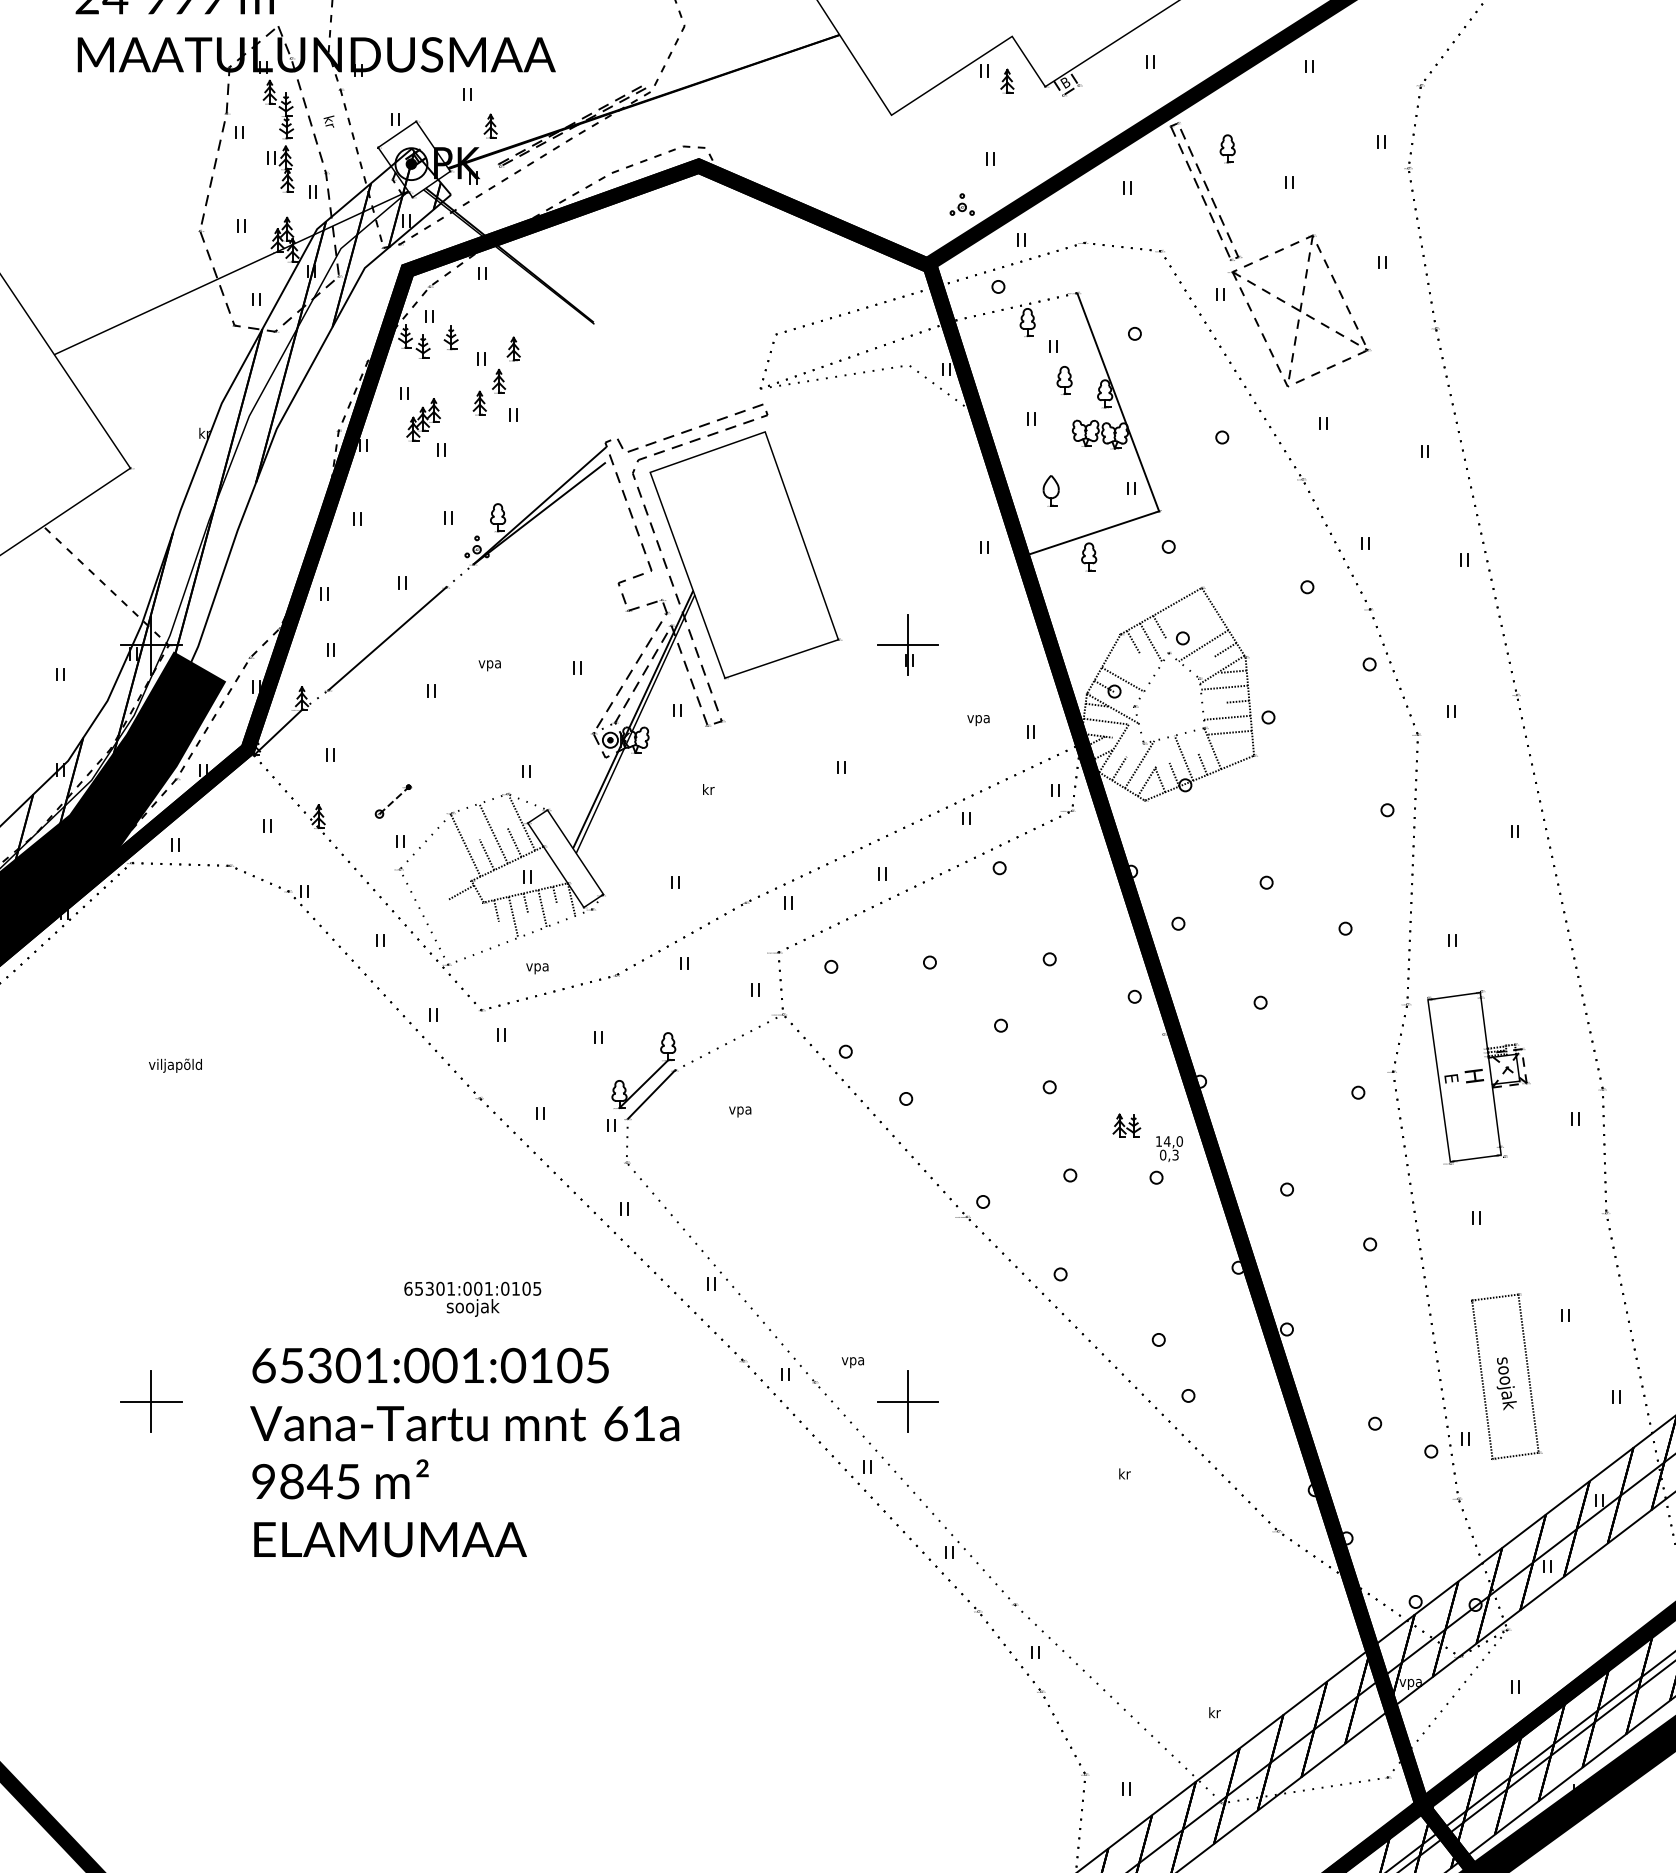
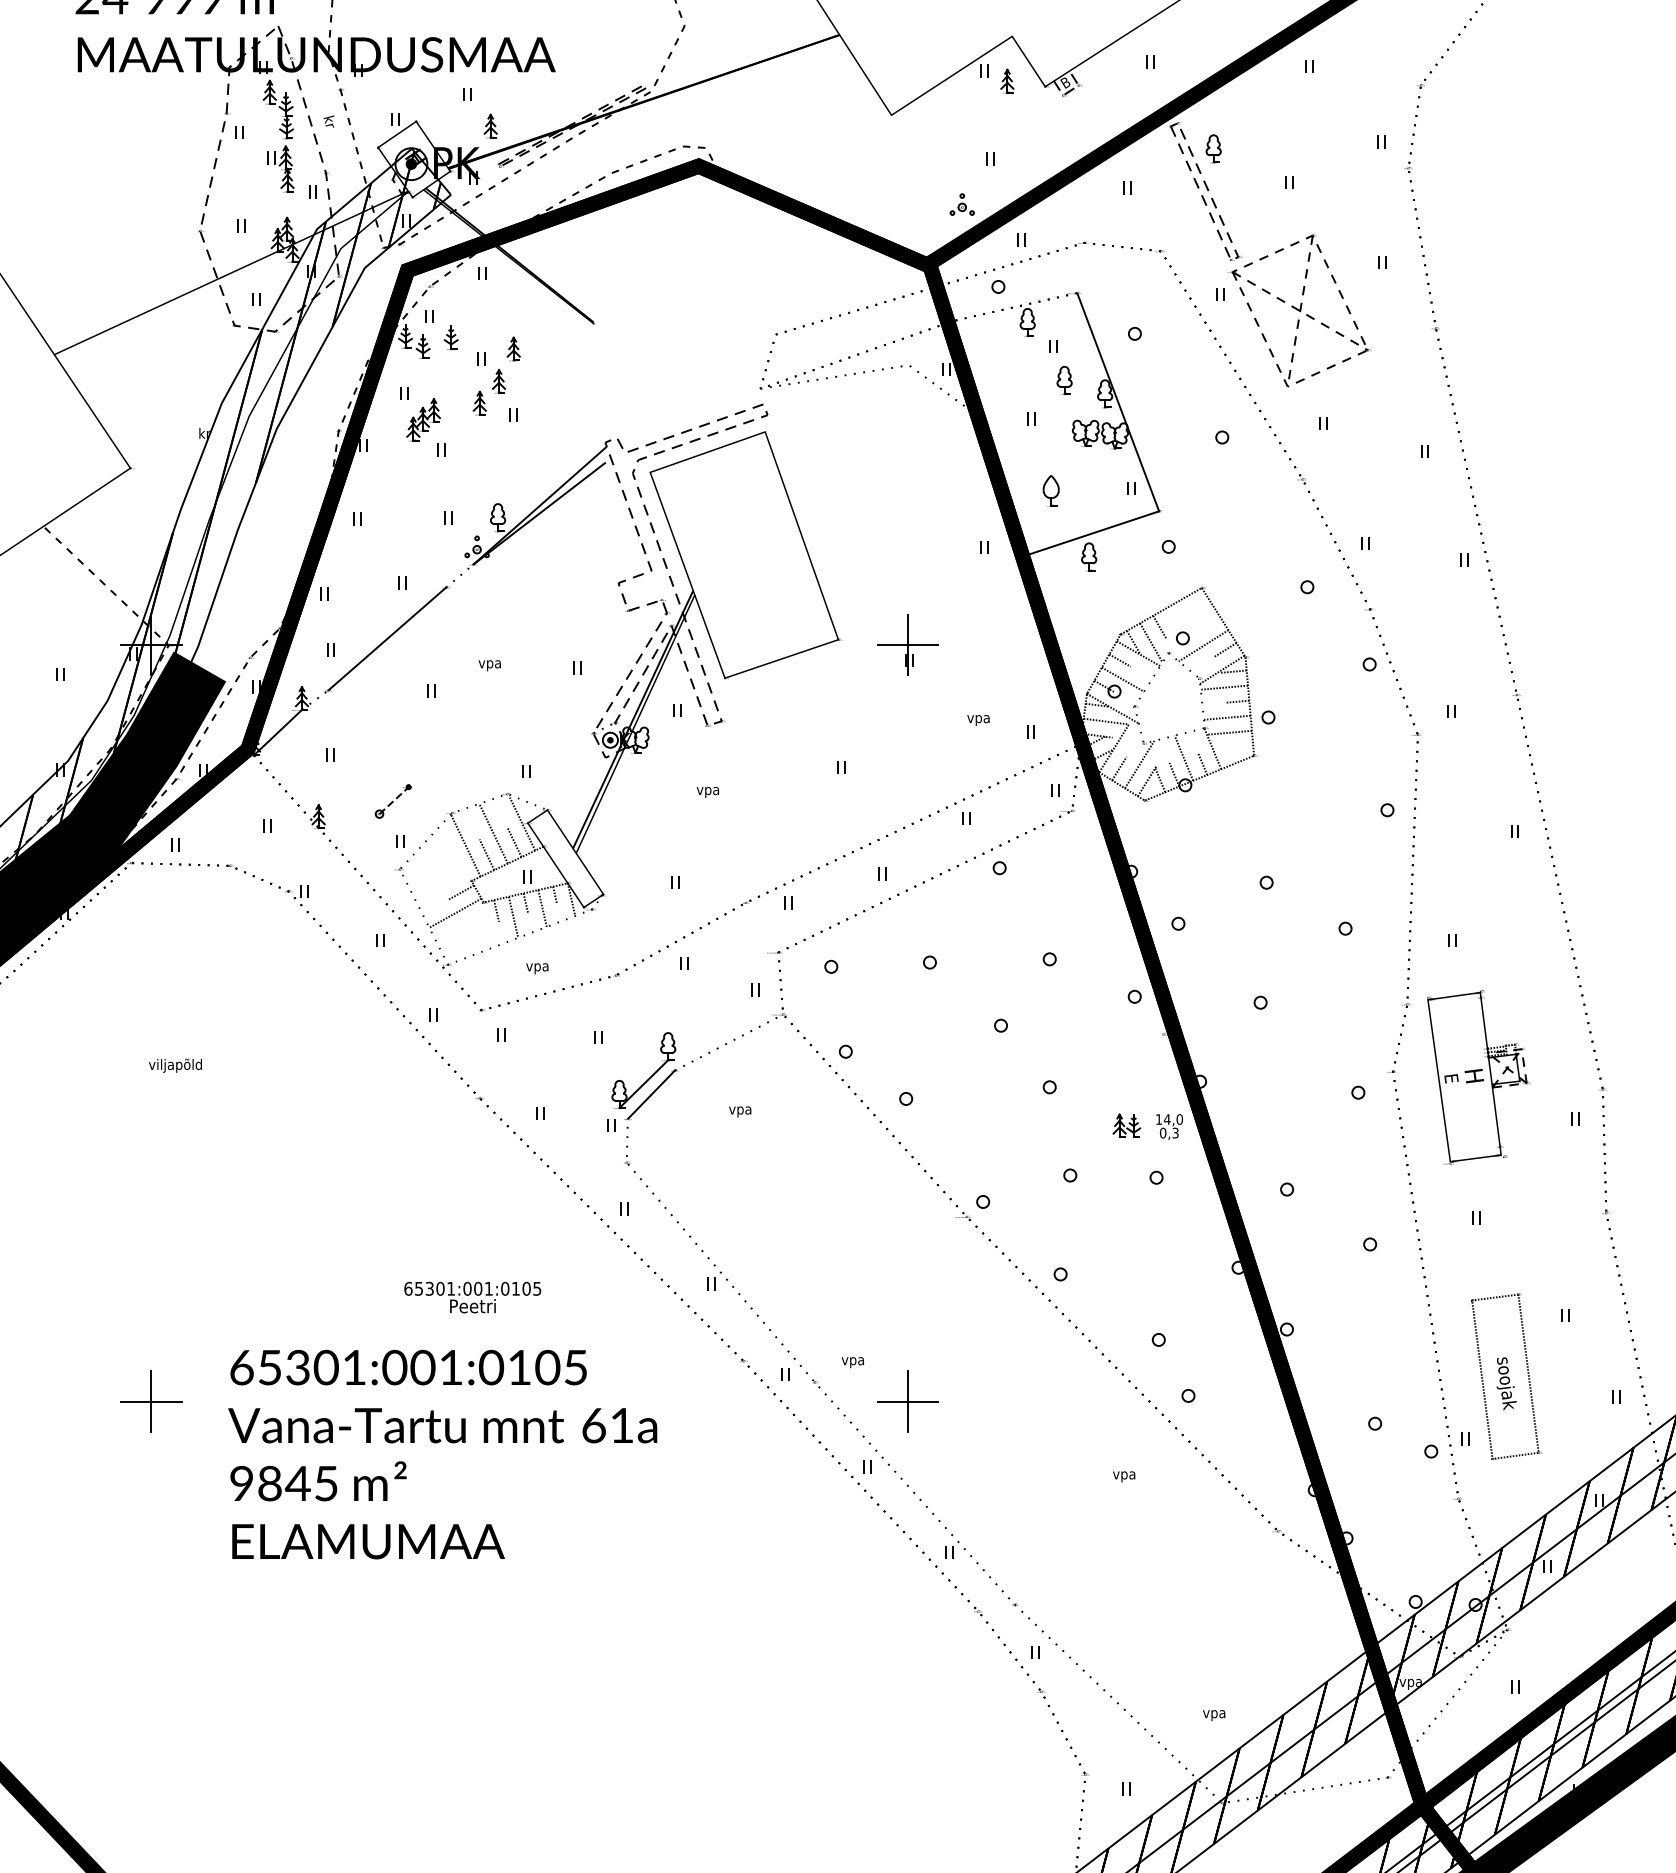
part at (1227, 148) position: (1227, 148) -> (1213, 148)
line at (1138, 653): none -> present
line at (1119, 660): none -> present
text at (707, 790): kr -> vpa
line at (455, 912): none -> present
text at (1169, 1148) position: (1169, 1148) -> (1169, 1126)
text at (472, 1307): soojak -> Peetri
text at (464, 1452) position: (464, 1452) -> (442, 1454)
text at (1124, 1475): kr -> vpa
text at (1214, 1714): kr -> vpa
